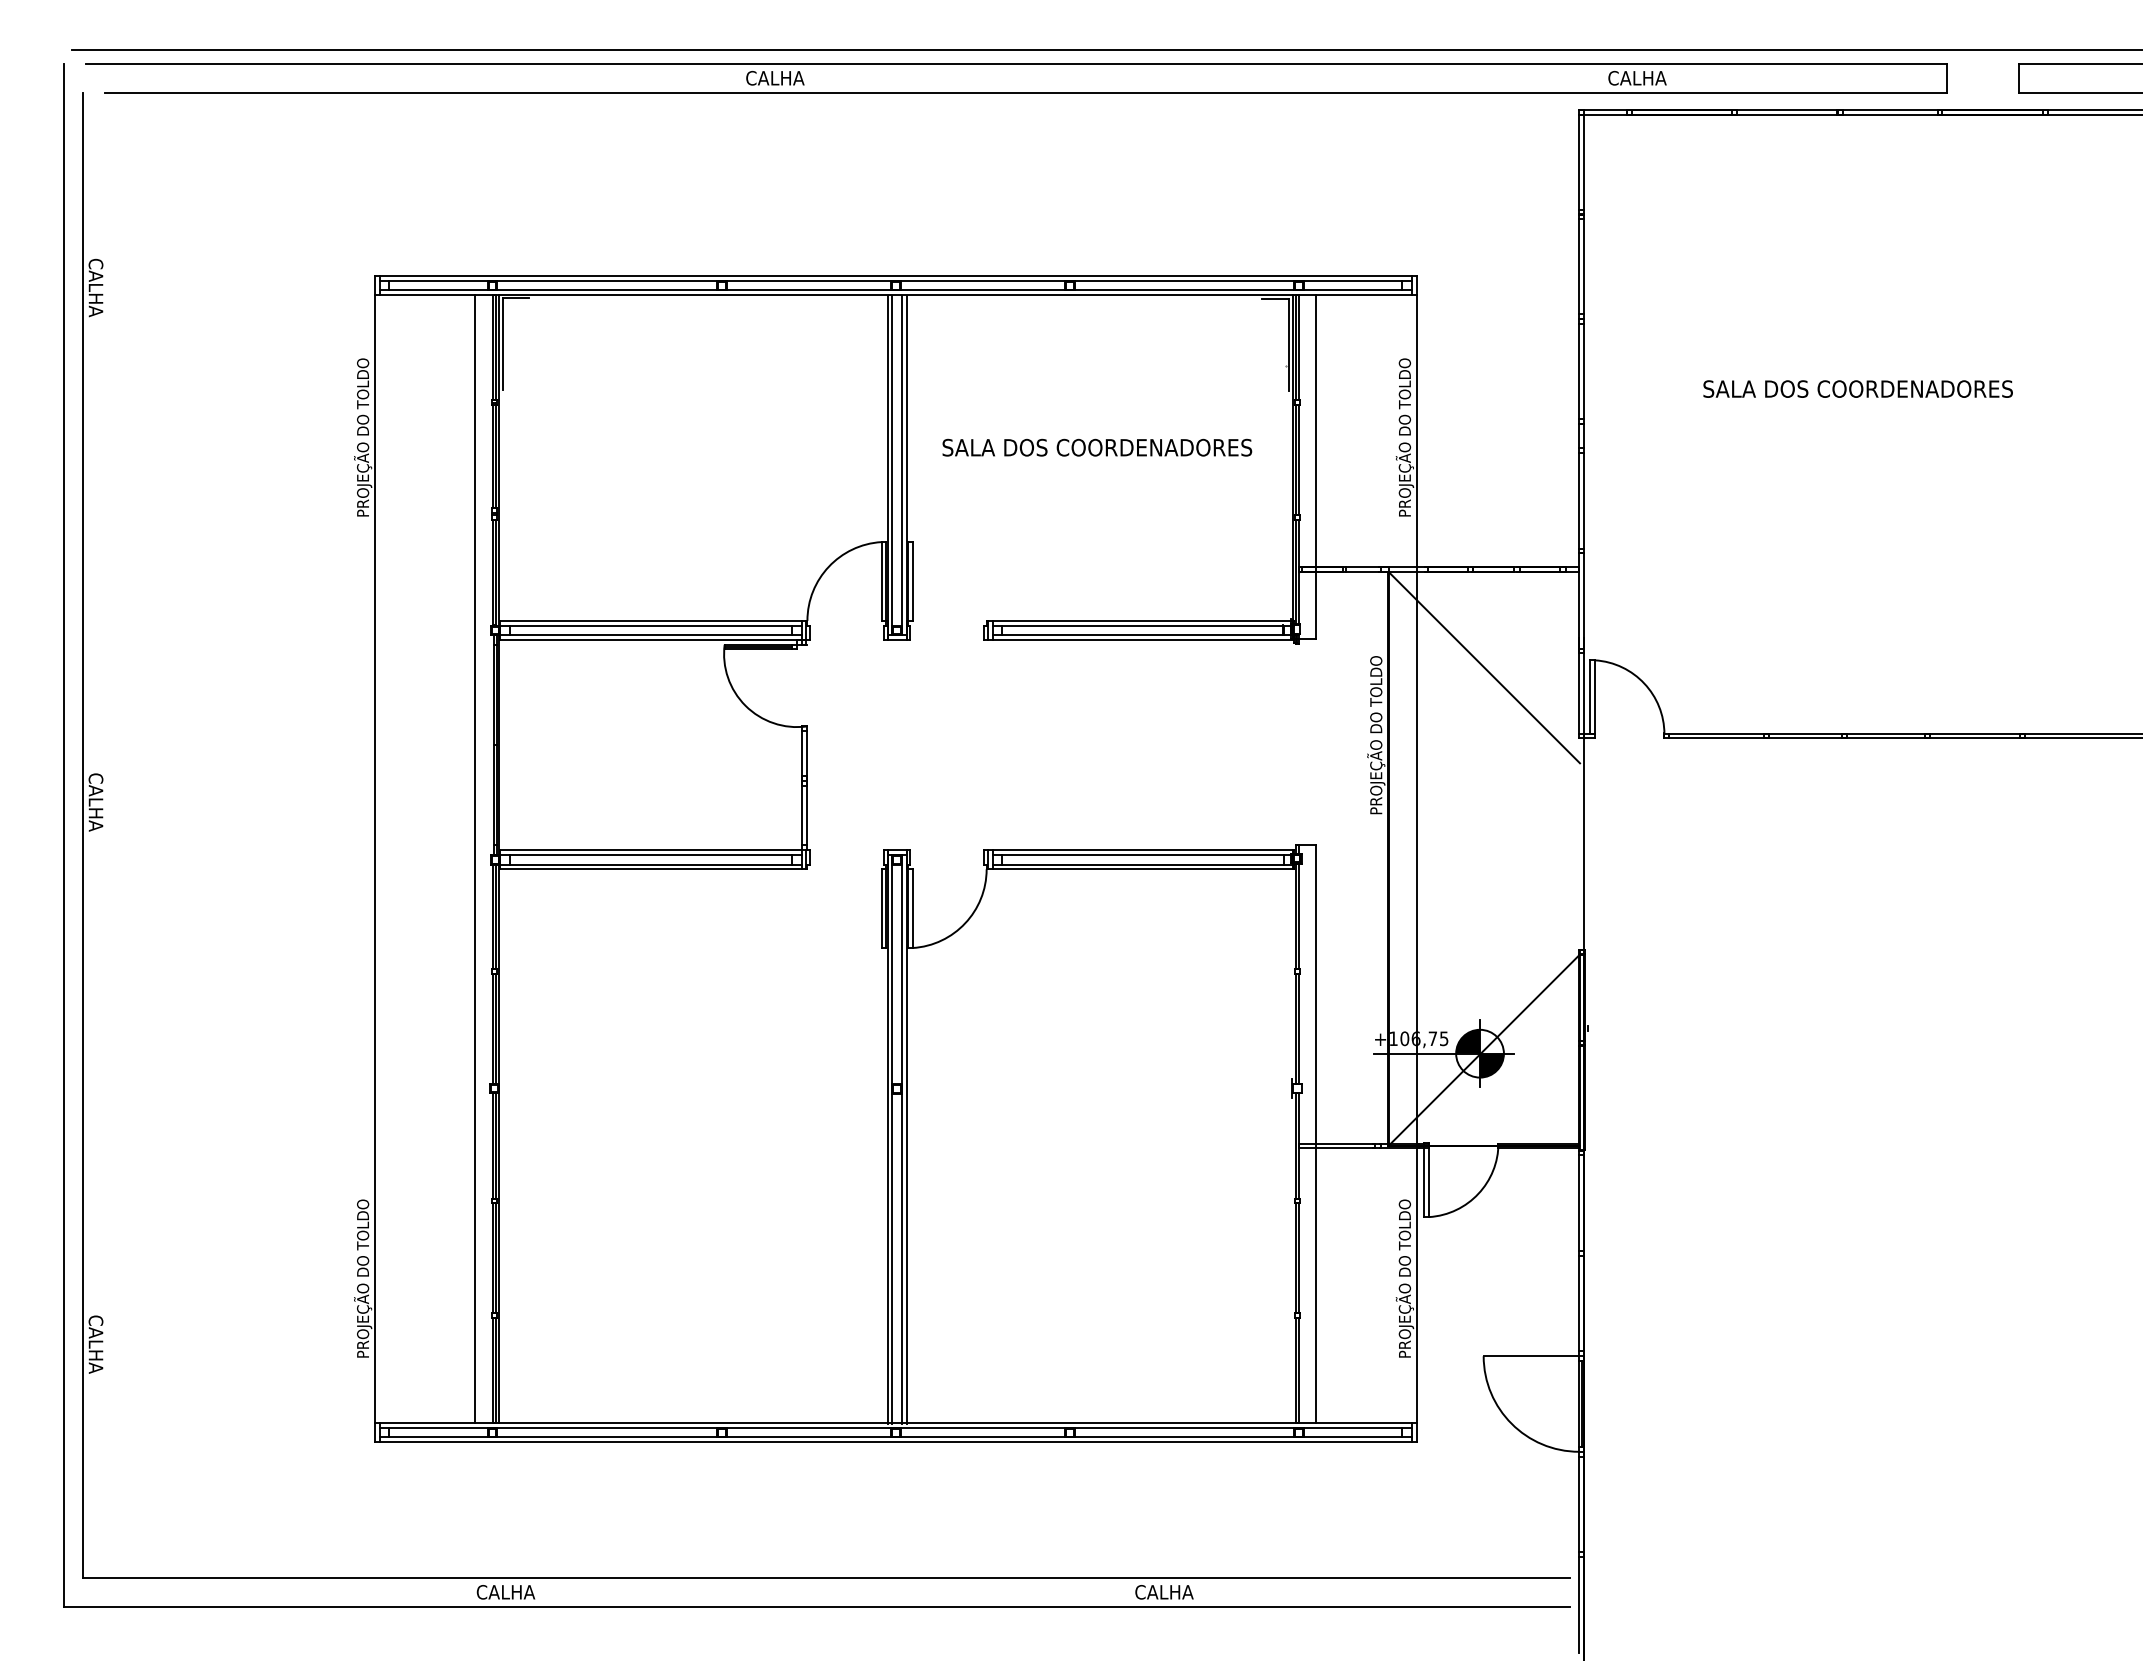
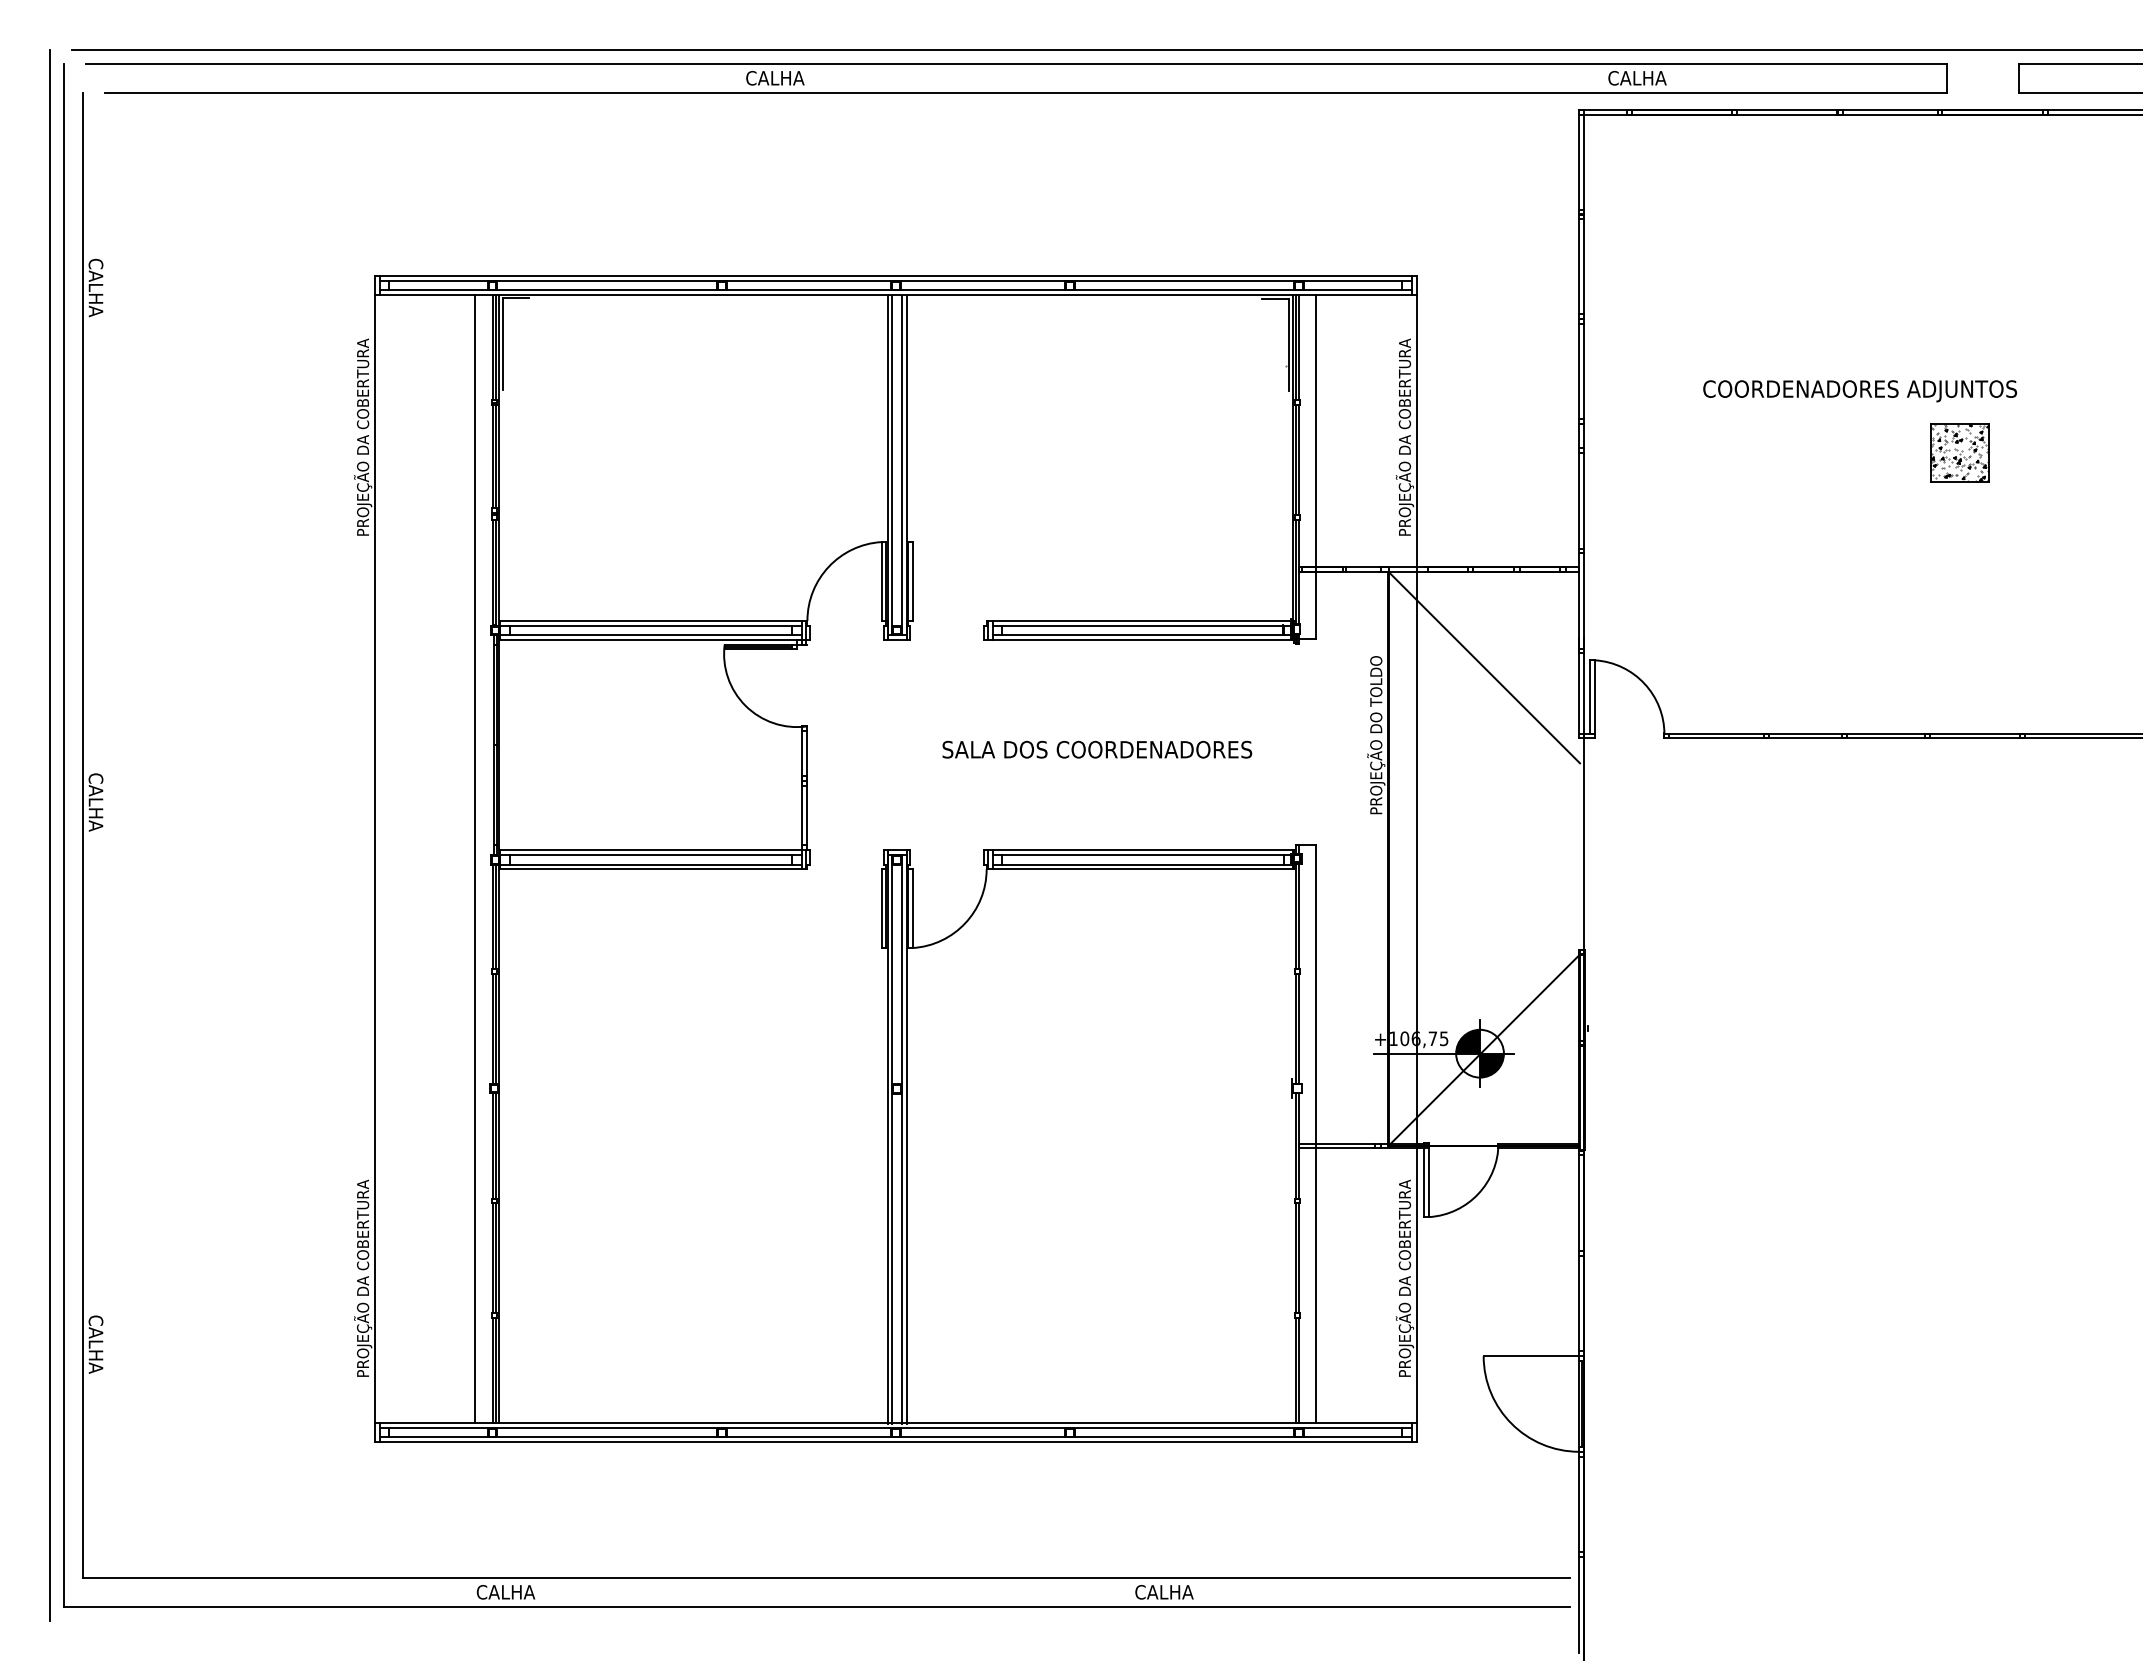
text at (1860, 391): SALA DOS COORDENADORES -> COORDENADORES ADJUNTOS
text at (363, 436): PROJEÇÃO DO TOLDO -> PROJEÇÃO DA COBERTURA
text at (1404, 436): PROJEÇÃO DO TOLDO -> PROJEÇÃO DA COBERTURA
text at (1097, 447) position: (1097, 447) -> (1097, 749)
part at (1959, 452): none -> present
line at (49, 834): none -> present
text at (363, 1277): PROJEÇÃO DO TOLDO -> PROJEÇÃO DA COBERTURA
text at (1404, 1277): PROJEÇÃO DO TOLDO -> PROJEÇÃO DA COBERTURA
